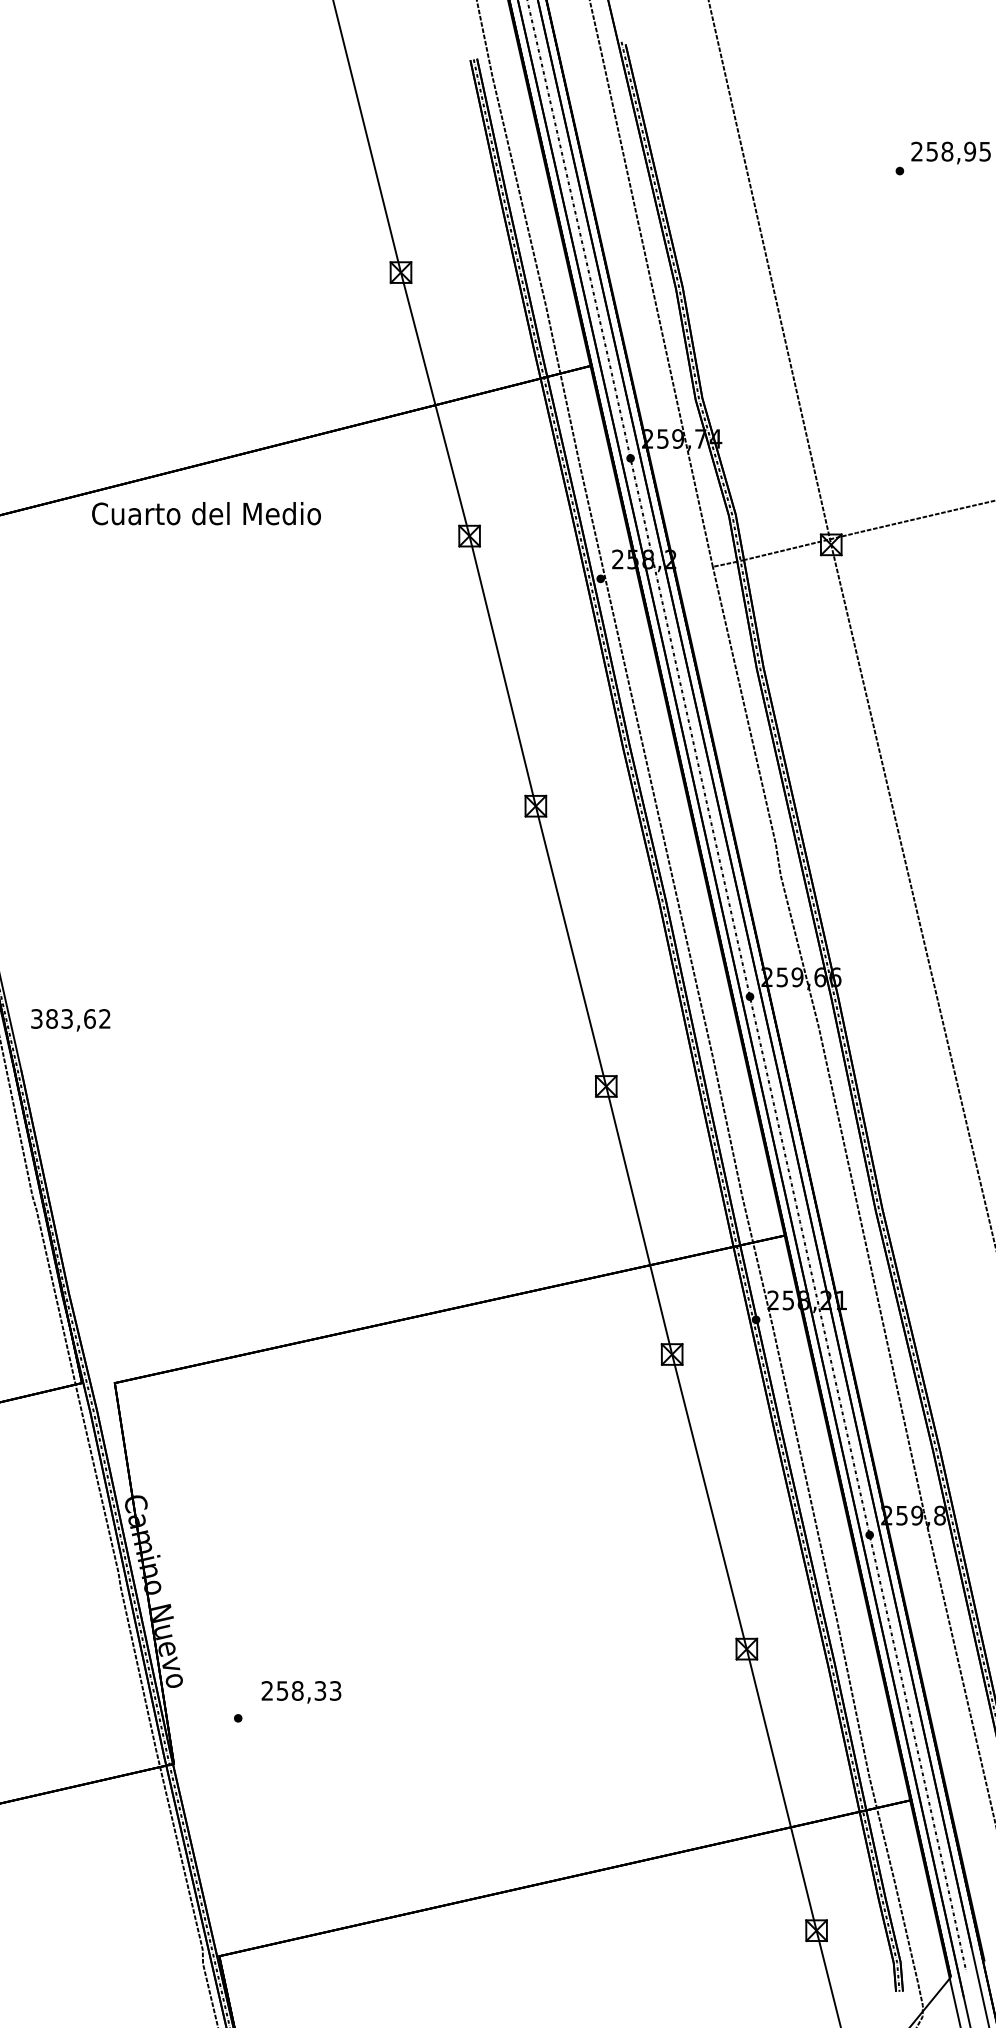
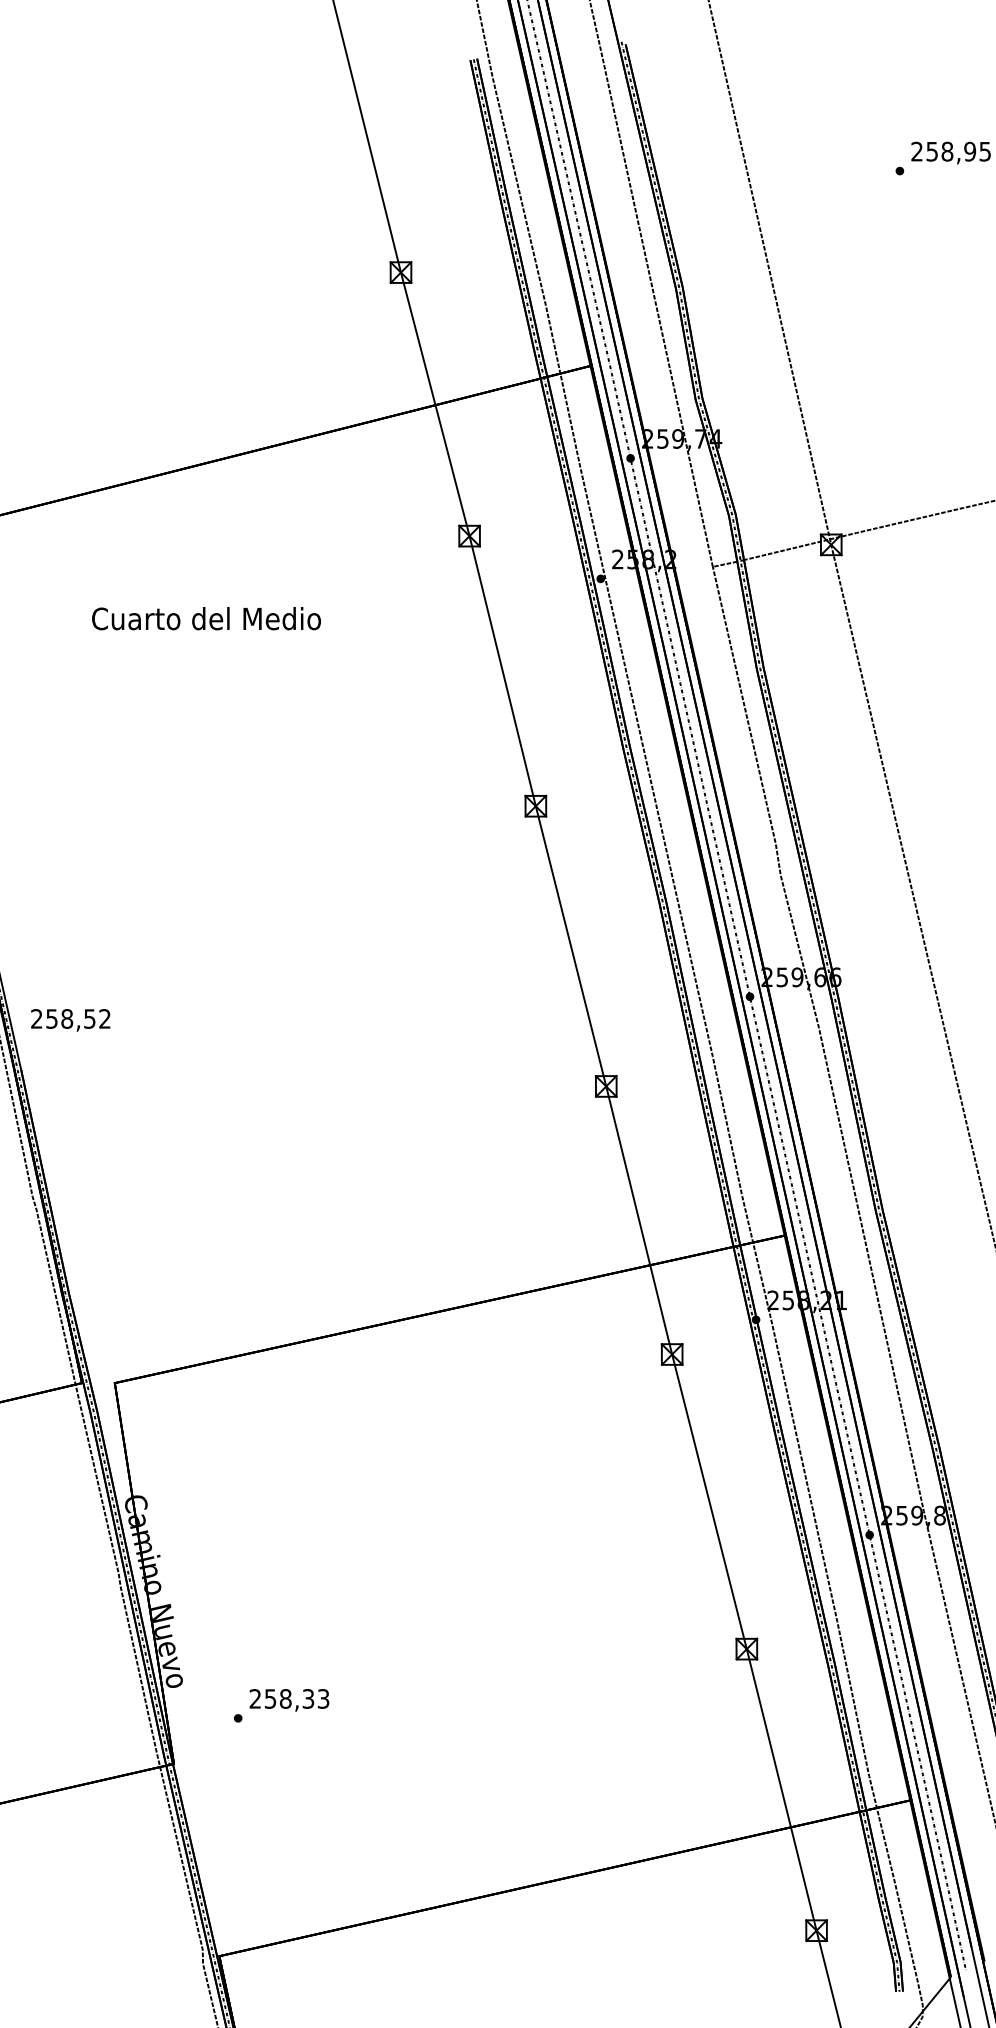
text at (206, 513) position: (206, 513) -> (206, 618)
text at (63, 1018): 383,62 -> 258,52
text at (301, 1692) position: (301, 1692) -> (289, 1700)
